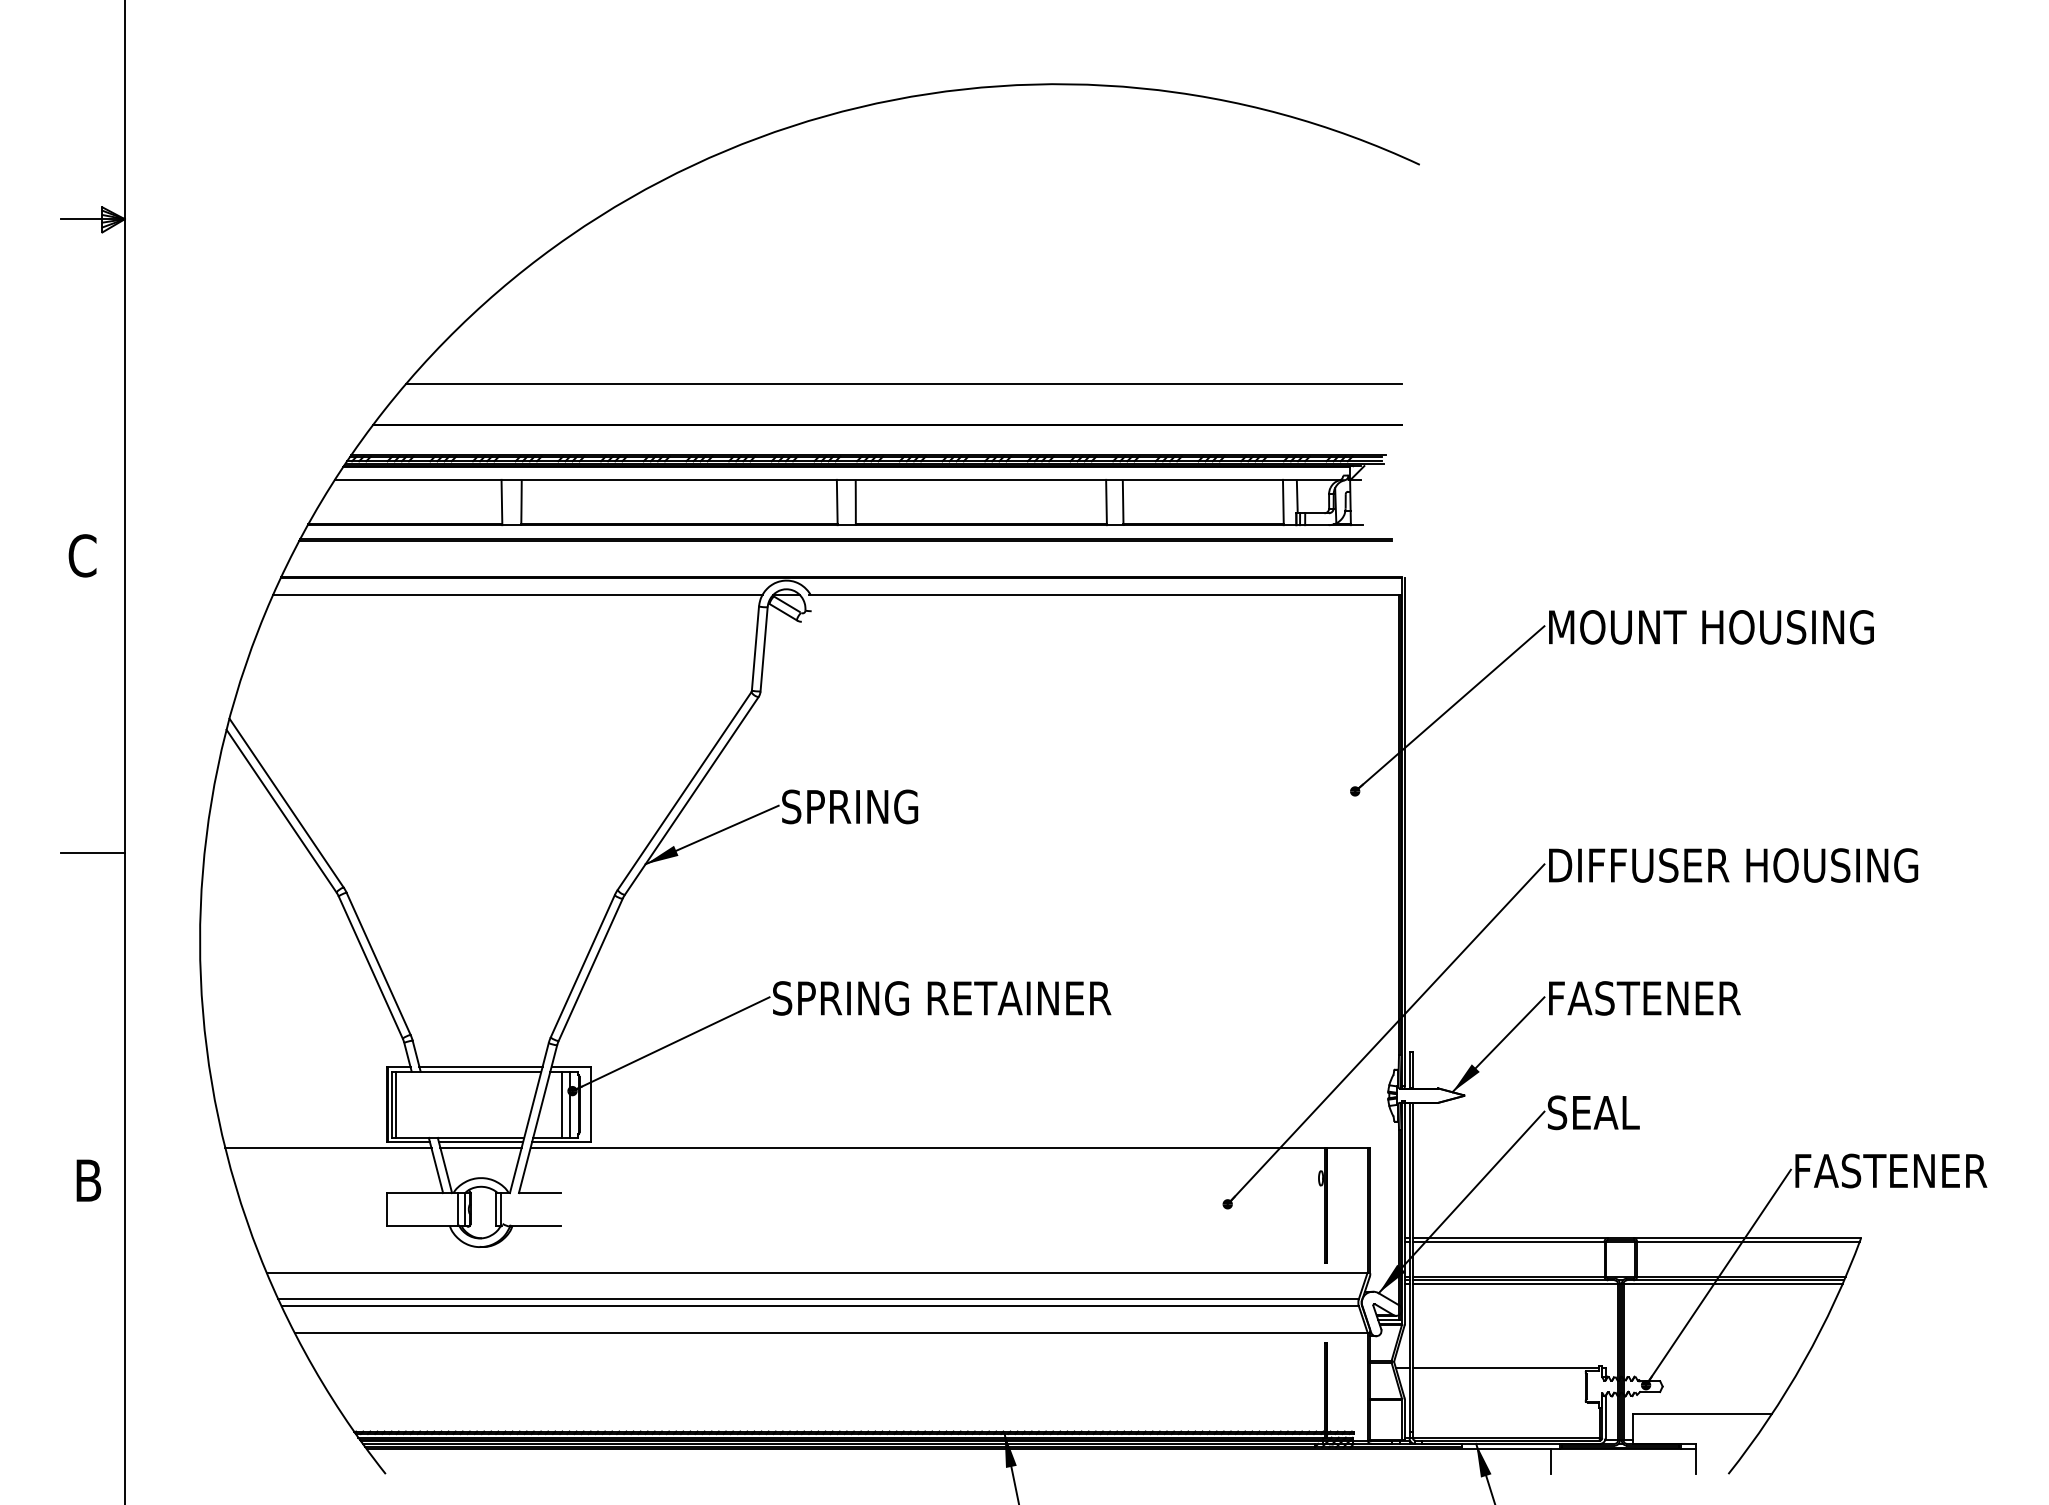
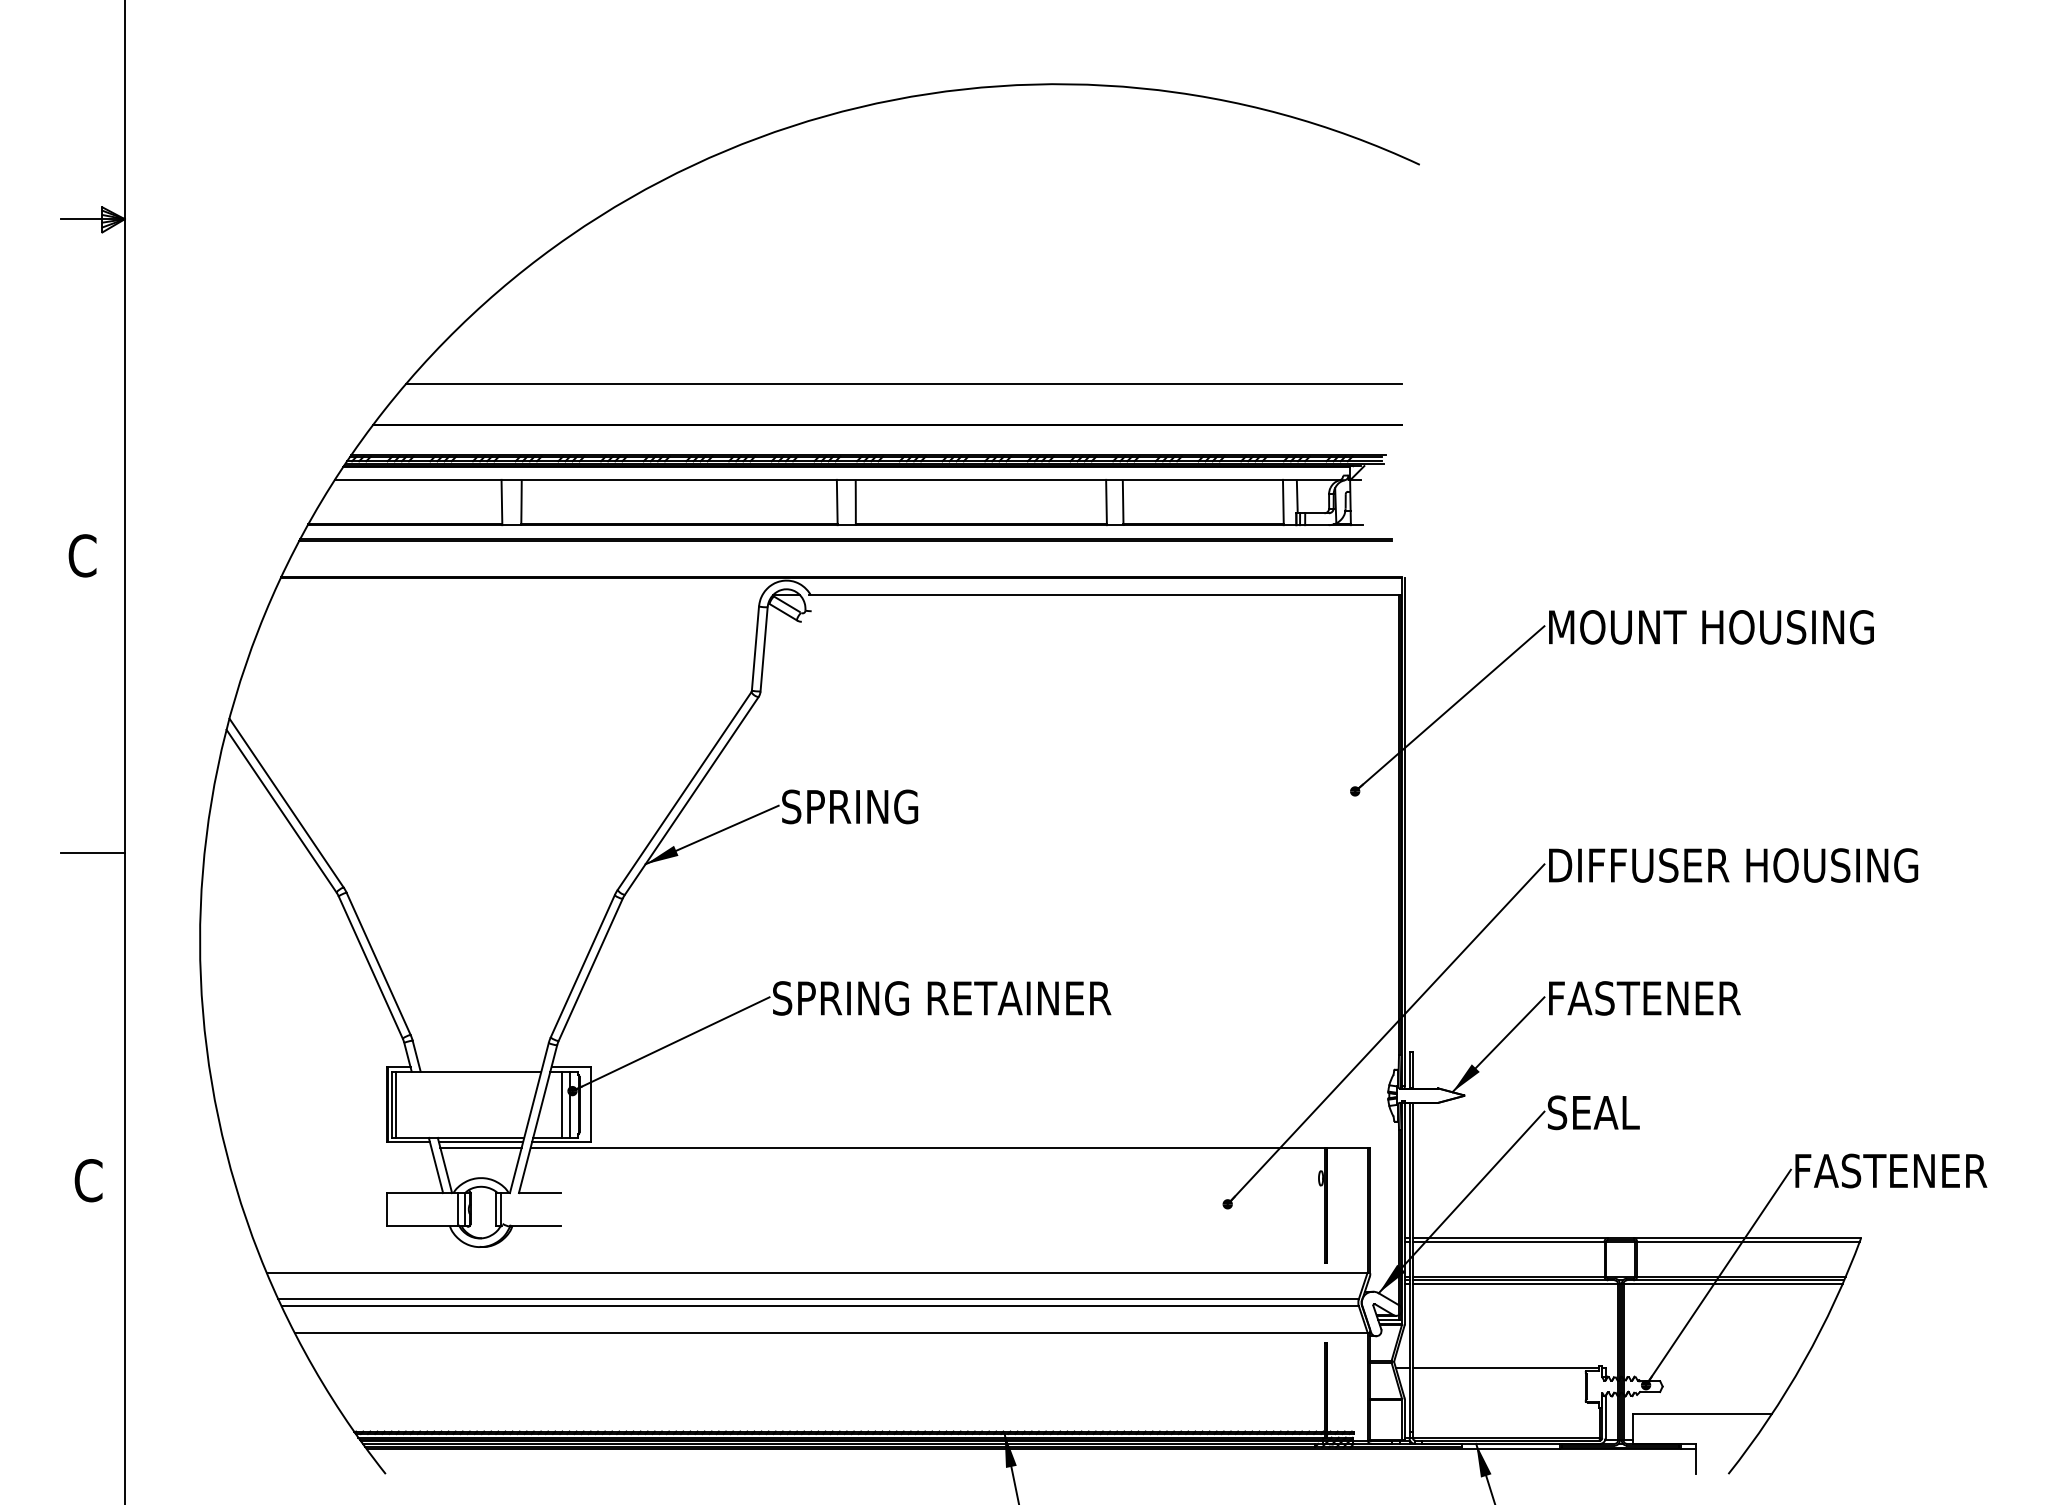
line at (517, 595): present -> none
line at (480, 1067): present -> none
line at (328, 1148): present -> none
text at (88, 1180): B -> C
line at (1550, 1461): present -> none
